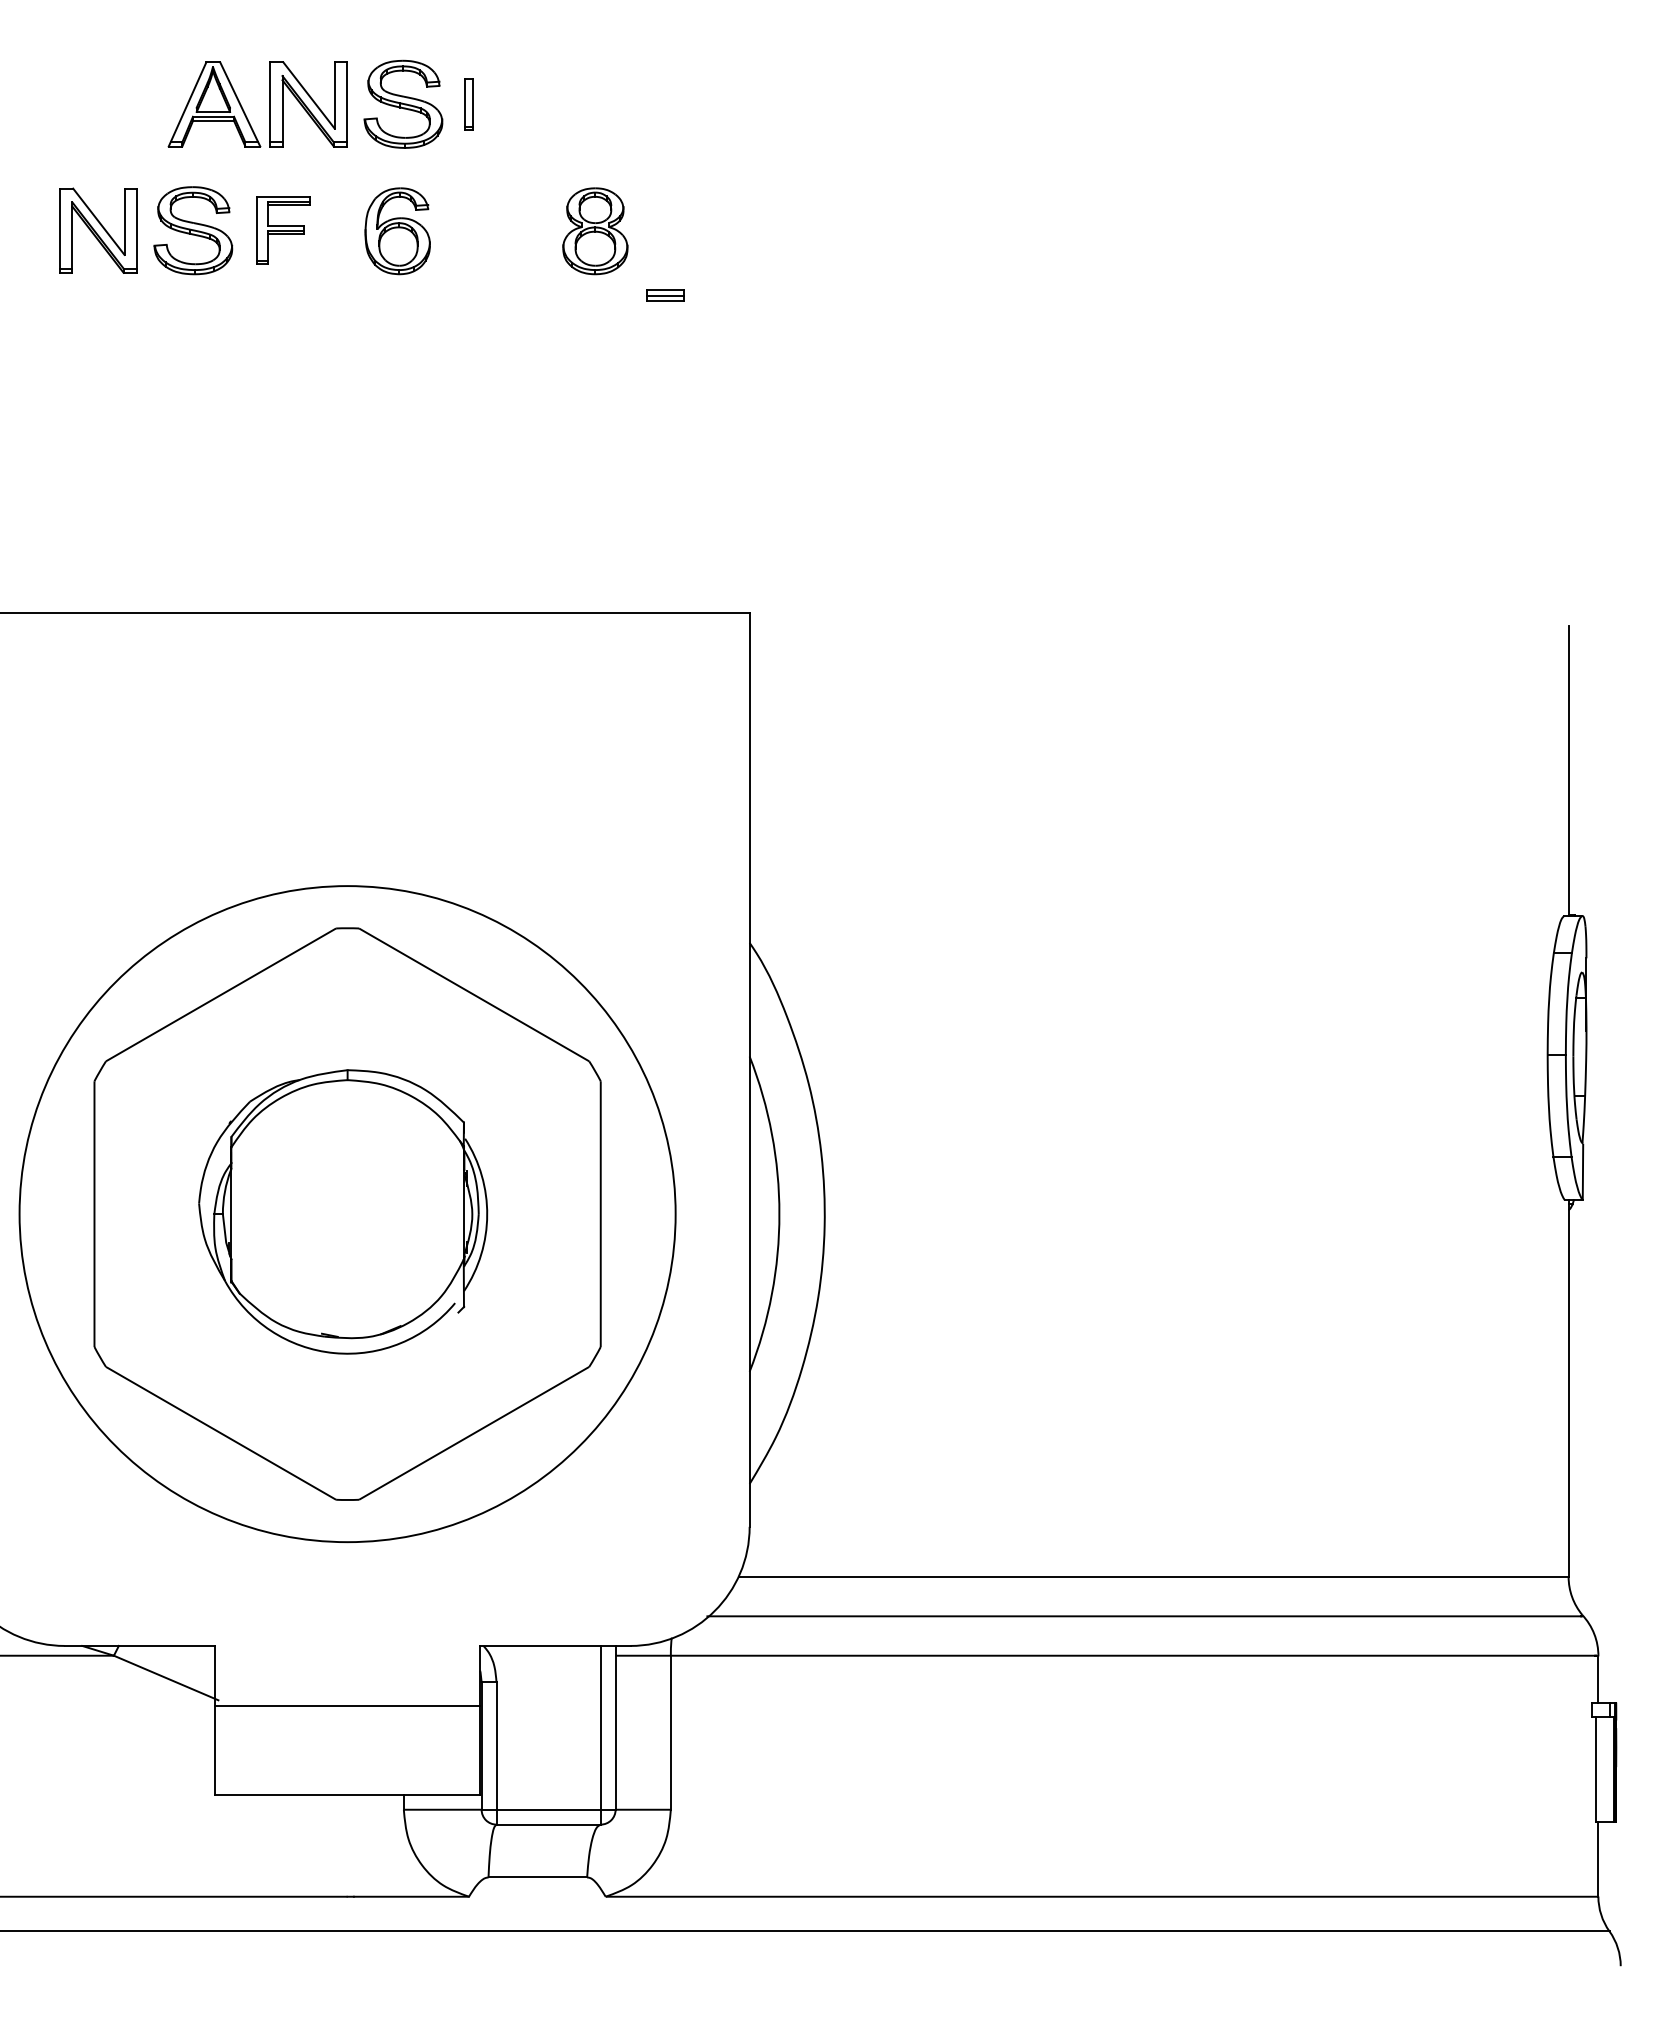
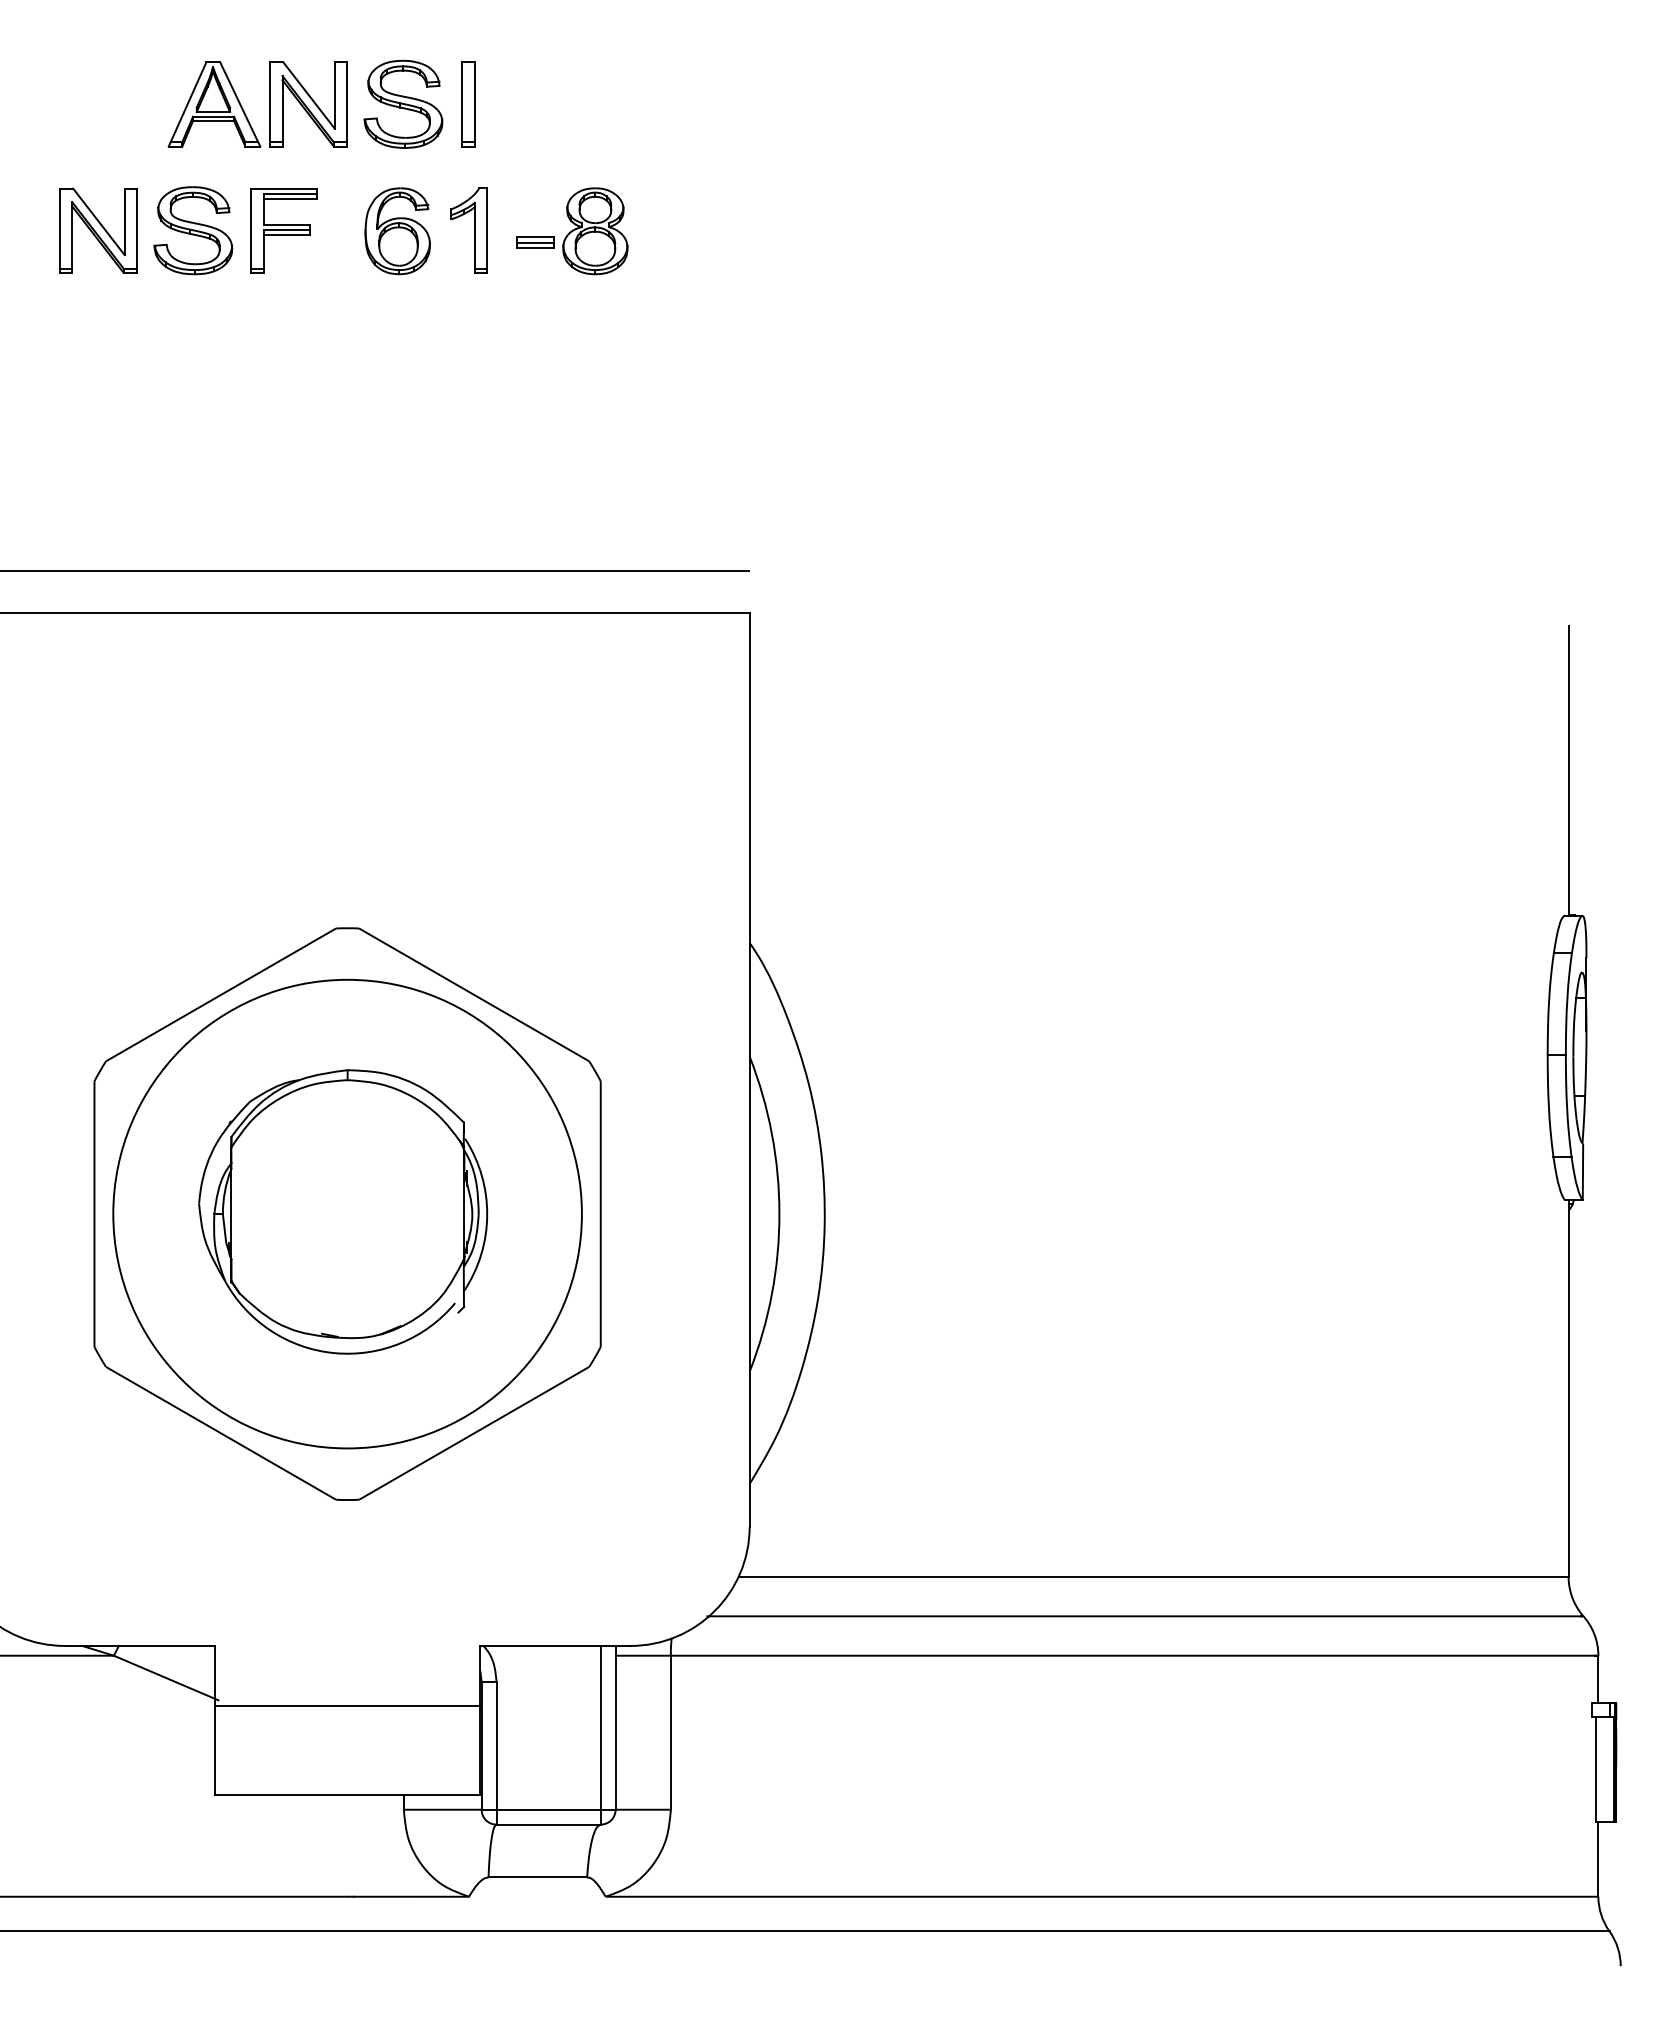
part at (468, 104) size: 10x53 px -> 15x87 px
part at (283, 230) size: 55x69 px -> 68x86 px
part at (468, 230): none -> present
part at (665, 295) position: (665, 295) -> (535, 242)
line at (375, 571): none -> present
circle at (347, 1214) diameter: 656 px -> 469 px
